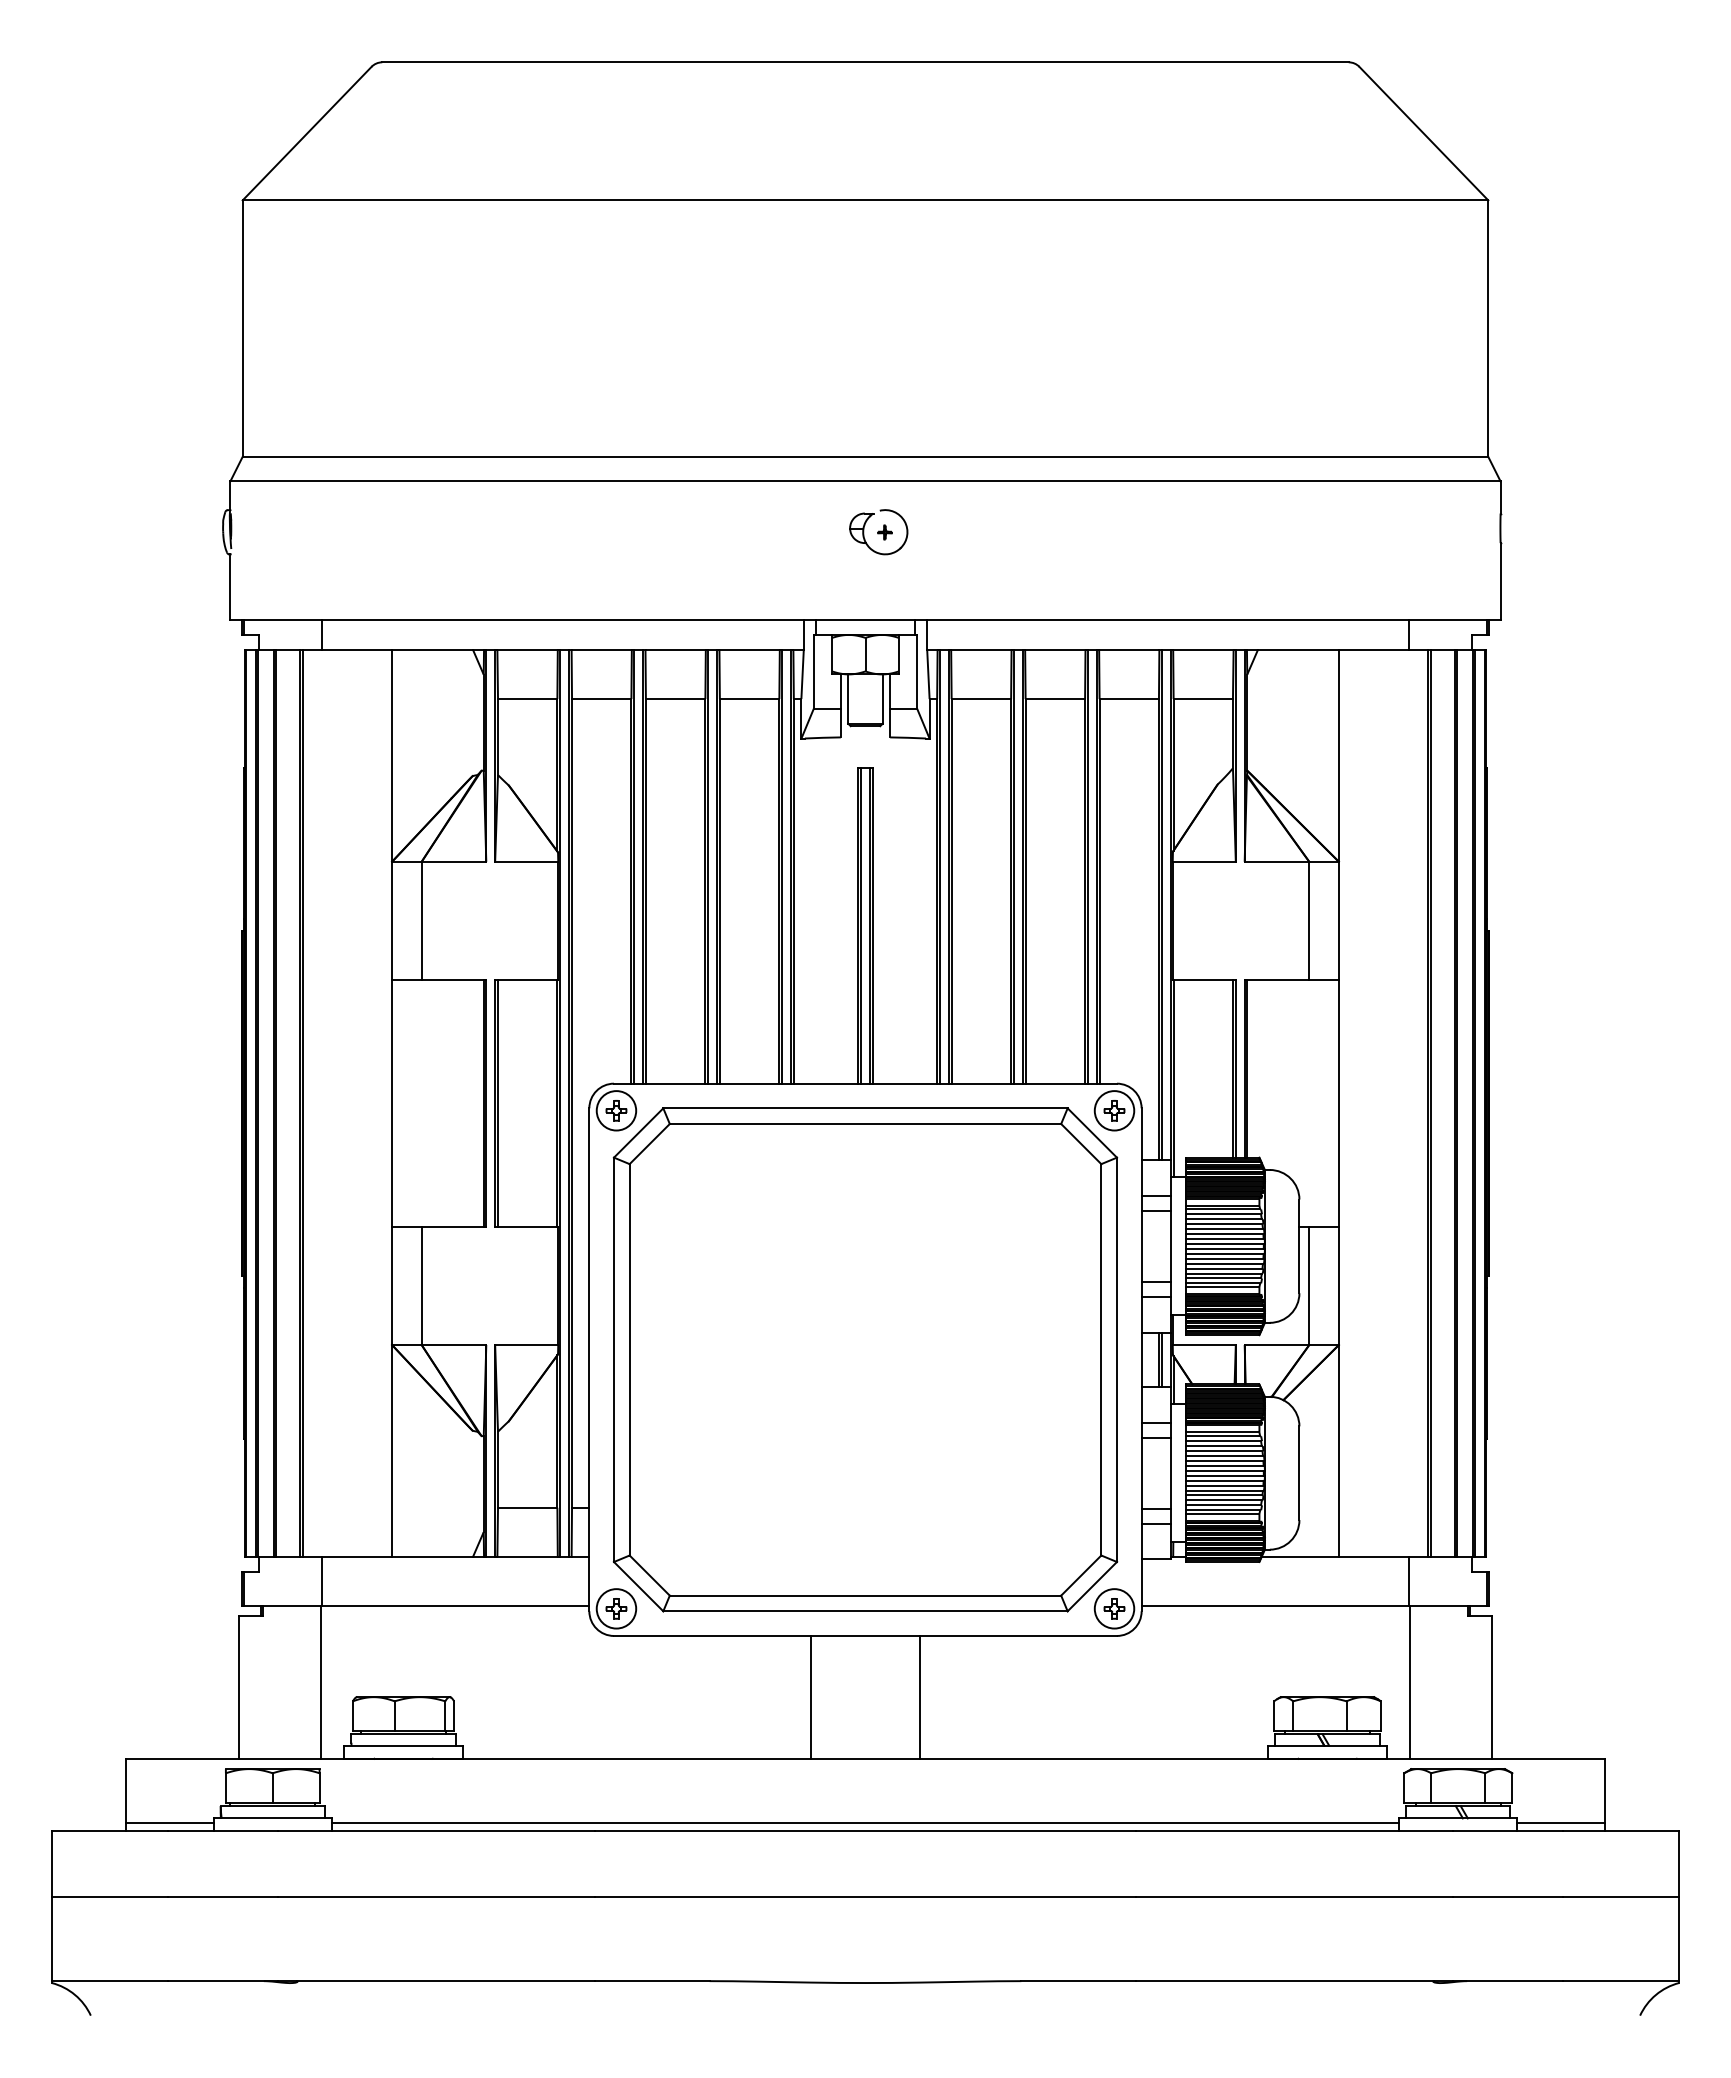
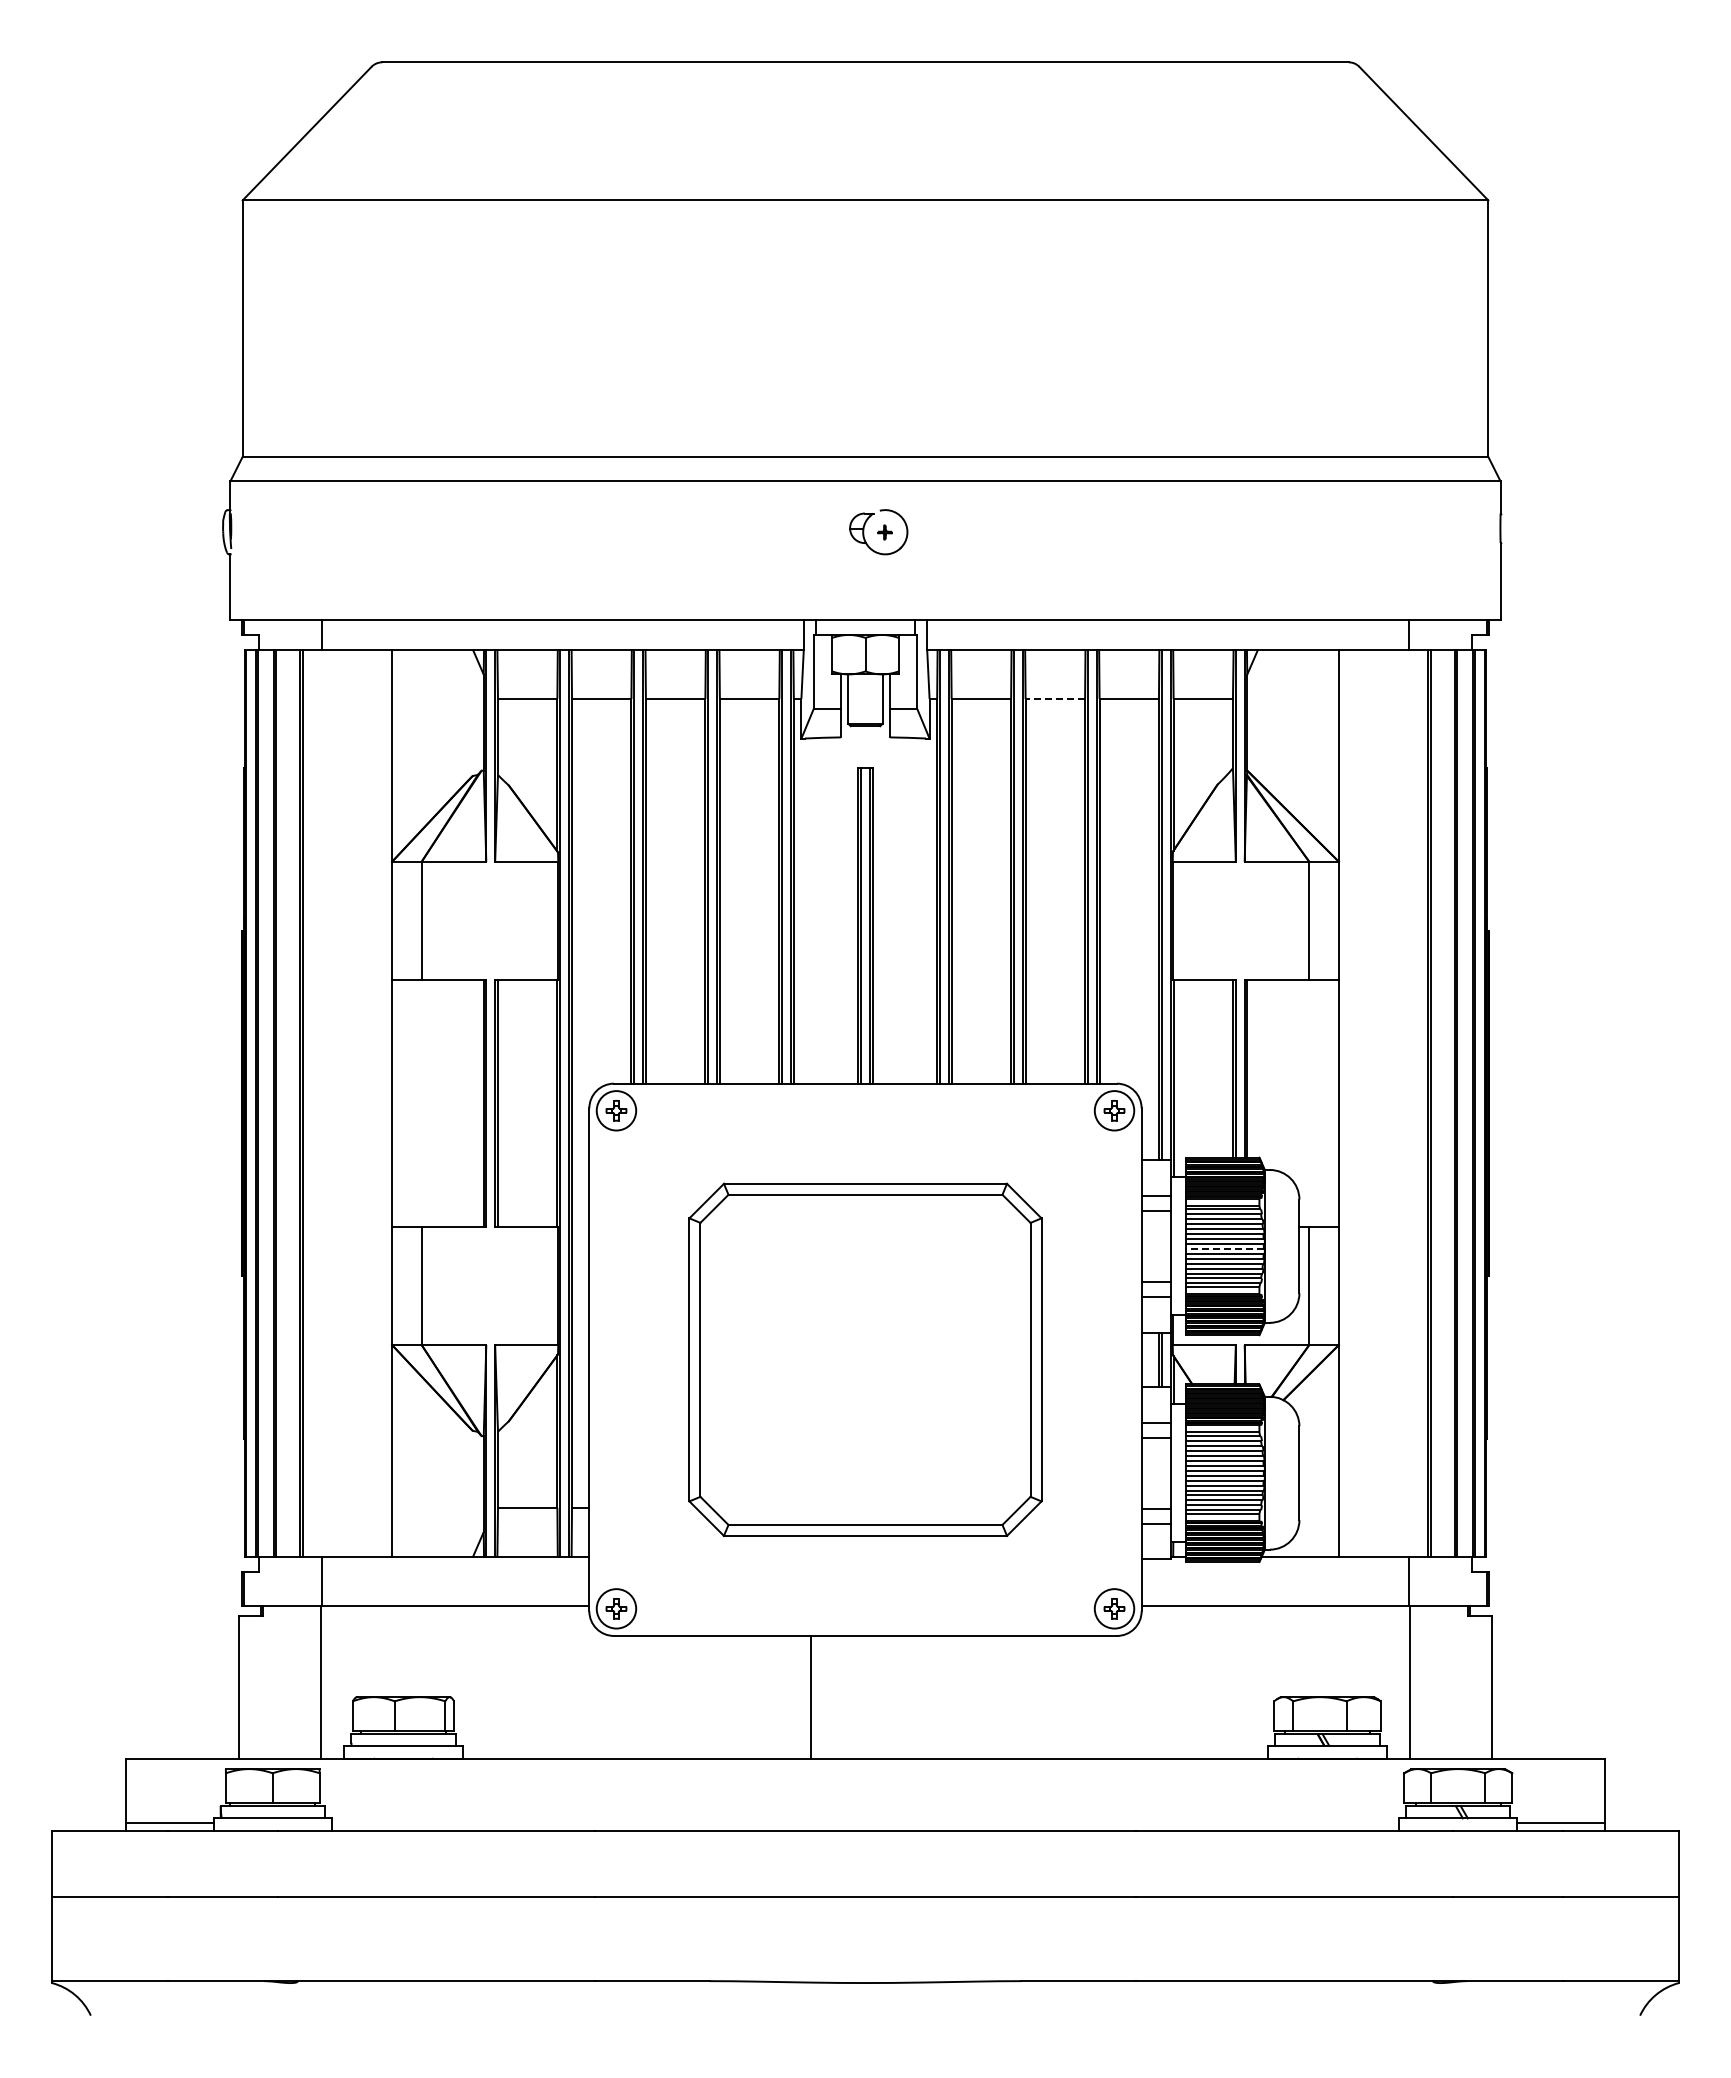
line at (1055, 699): solid -> dashed
line at (1224, 1248): solid -> dashed
part at (865, 1359) size: 507x506 px -> 355x355 px
line at (919, 1696): present -> none
line at (865, 1822): present -> none
